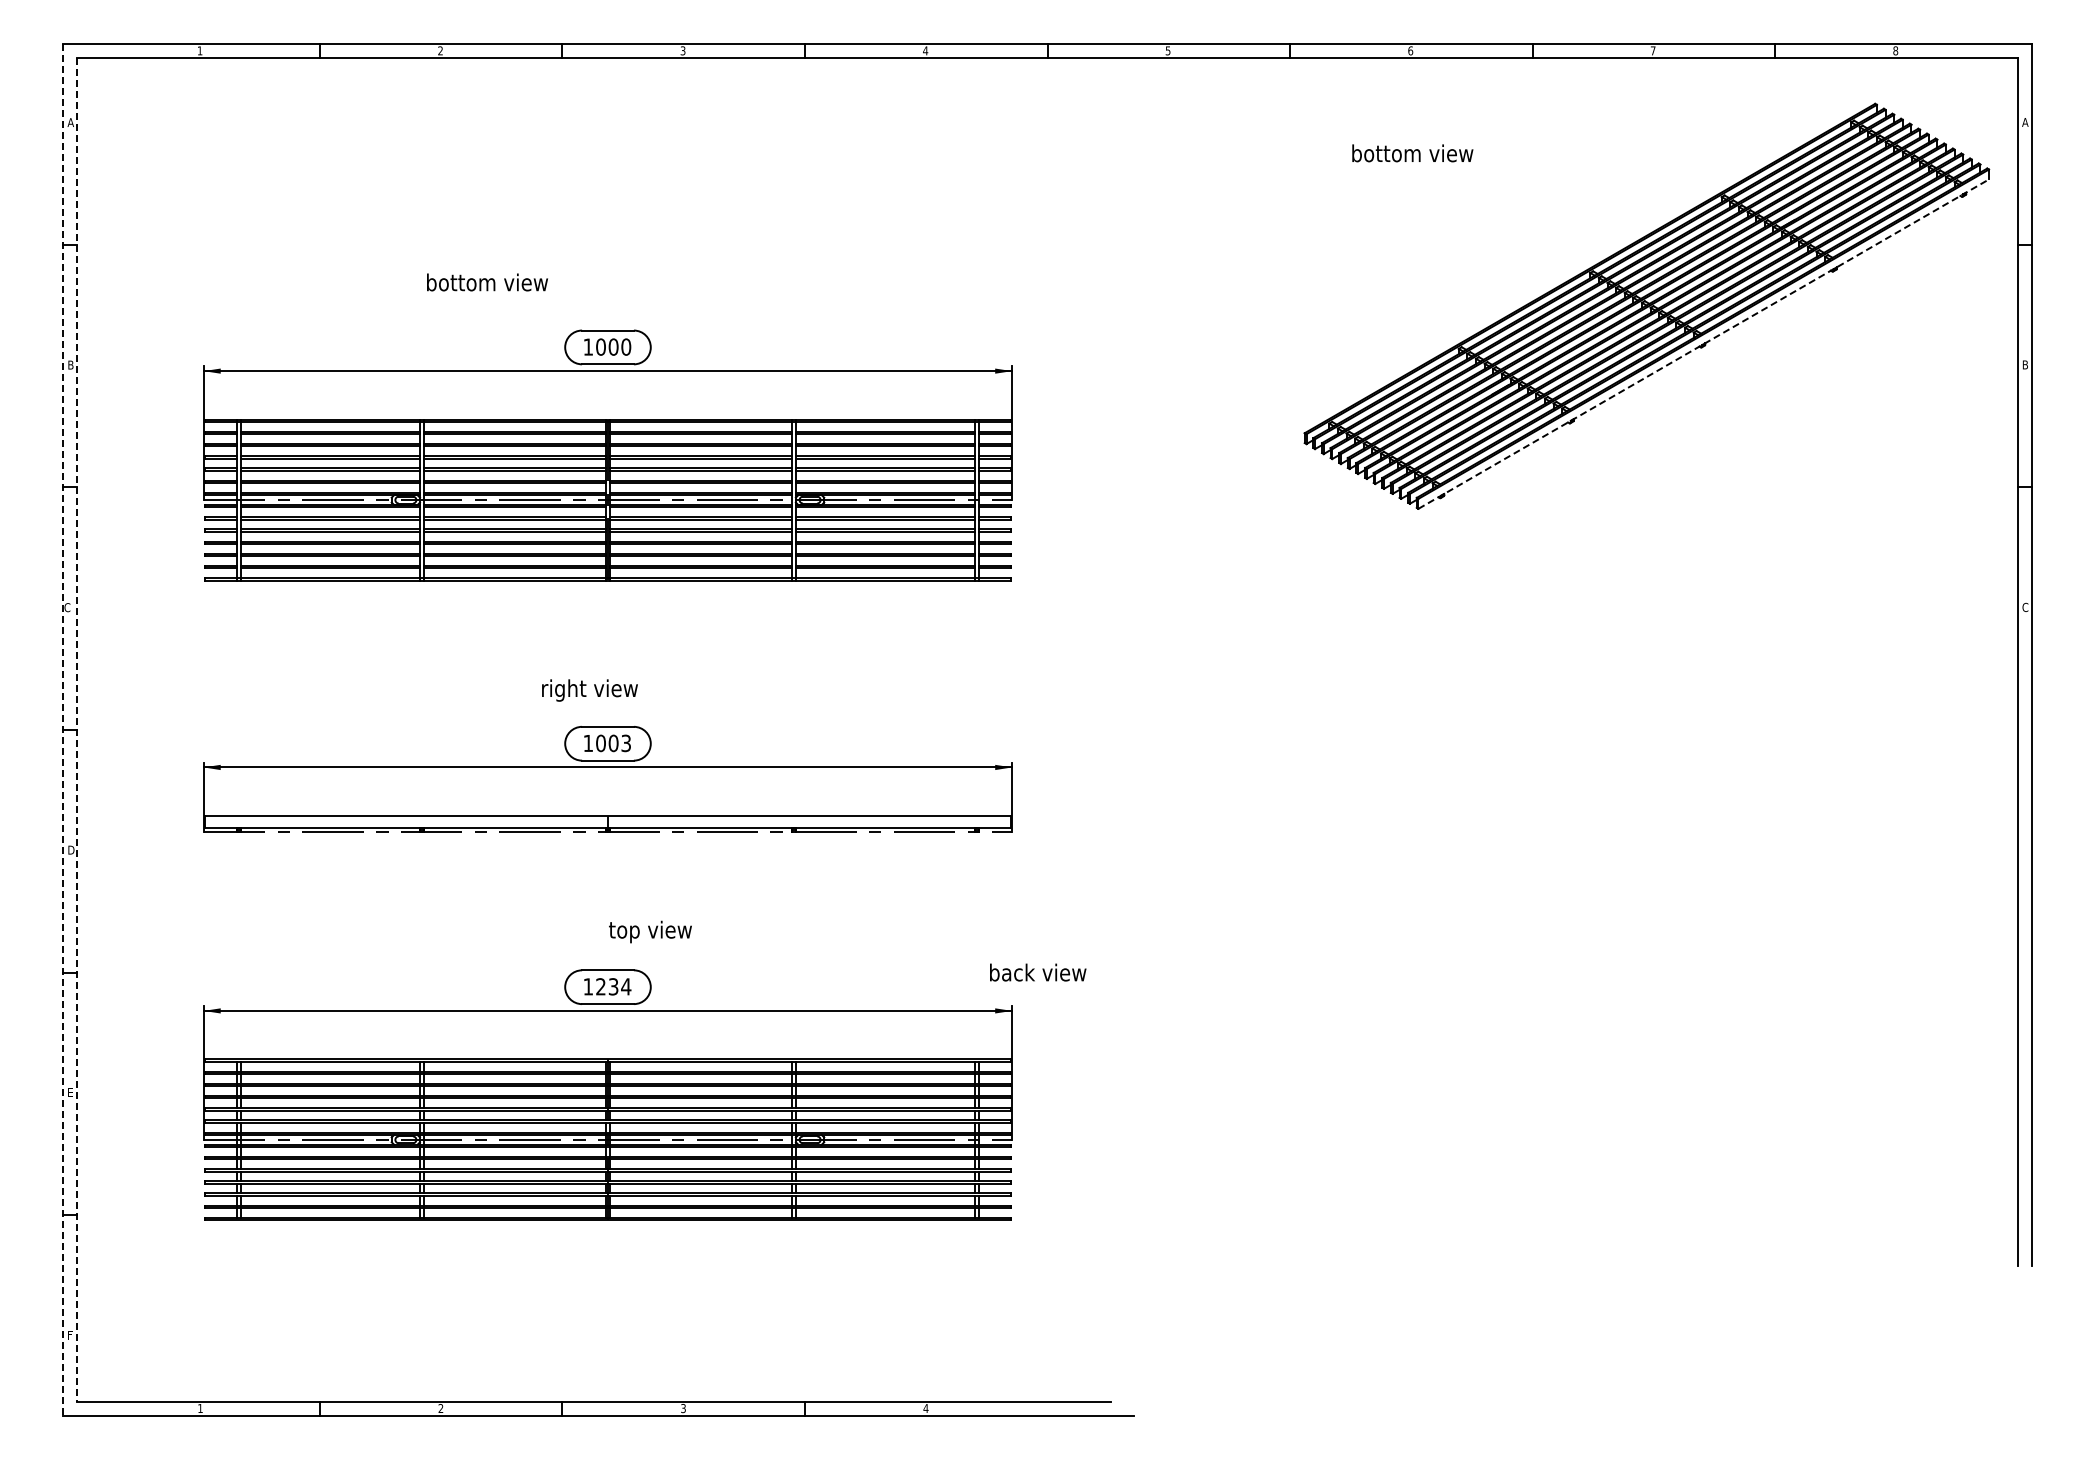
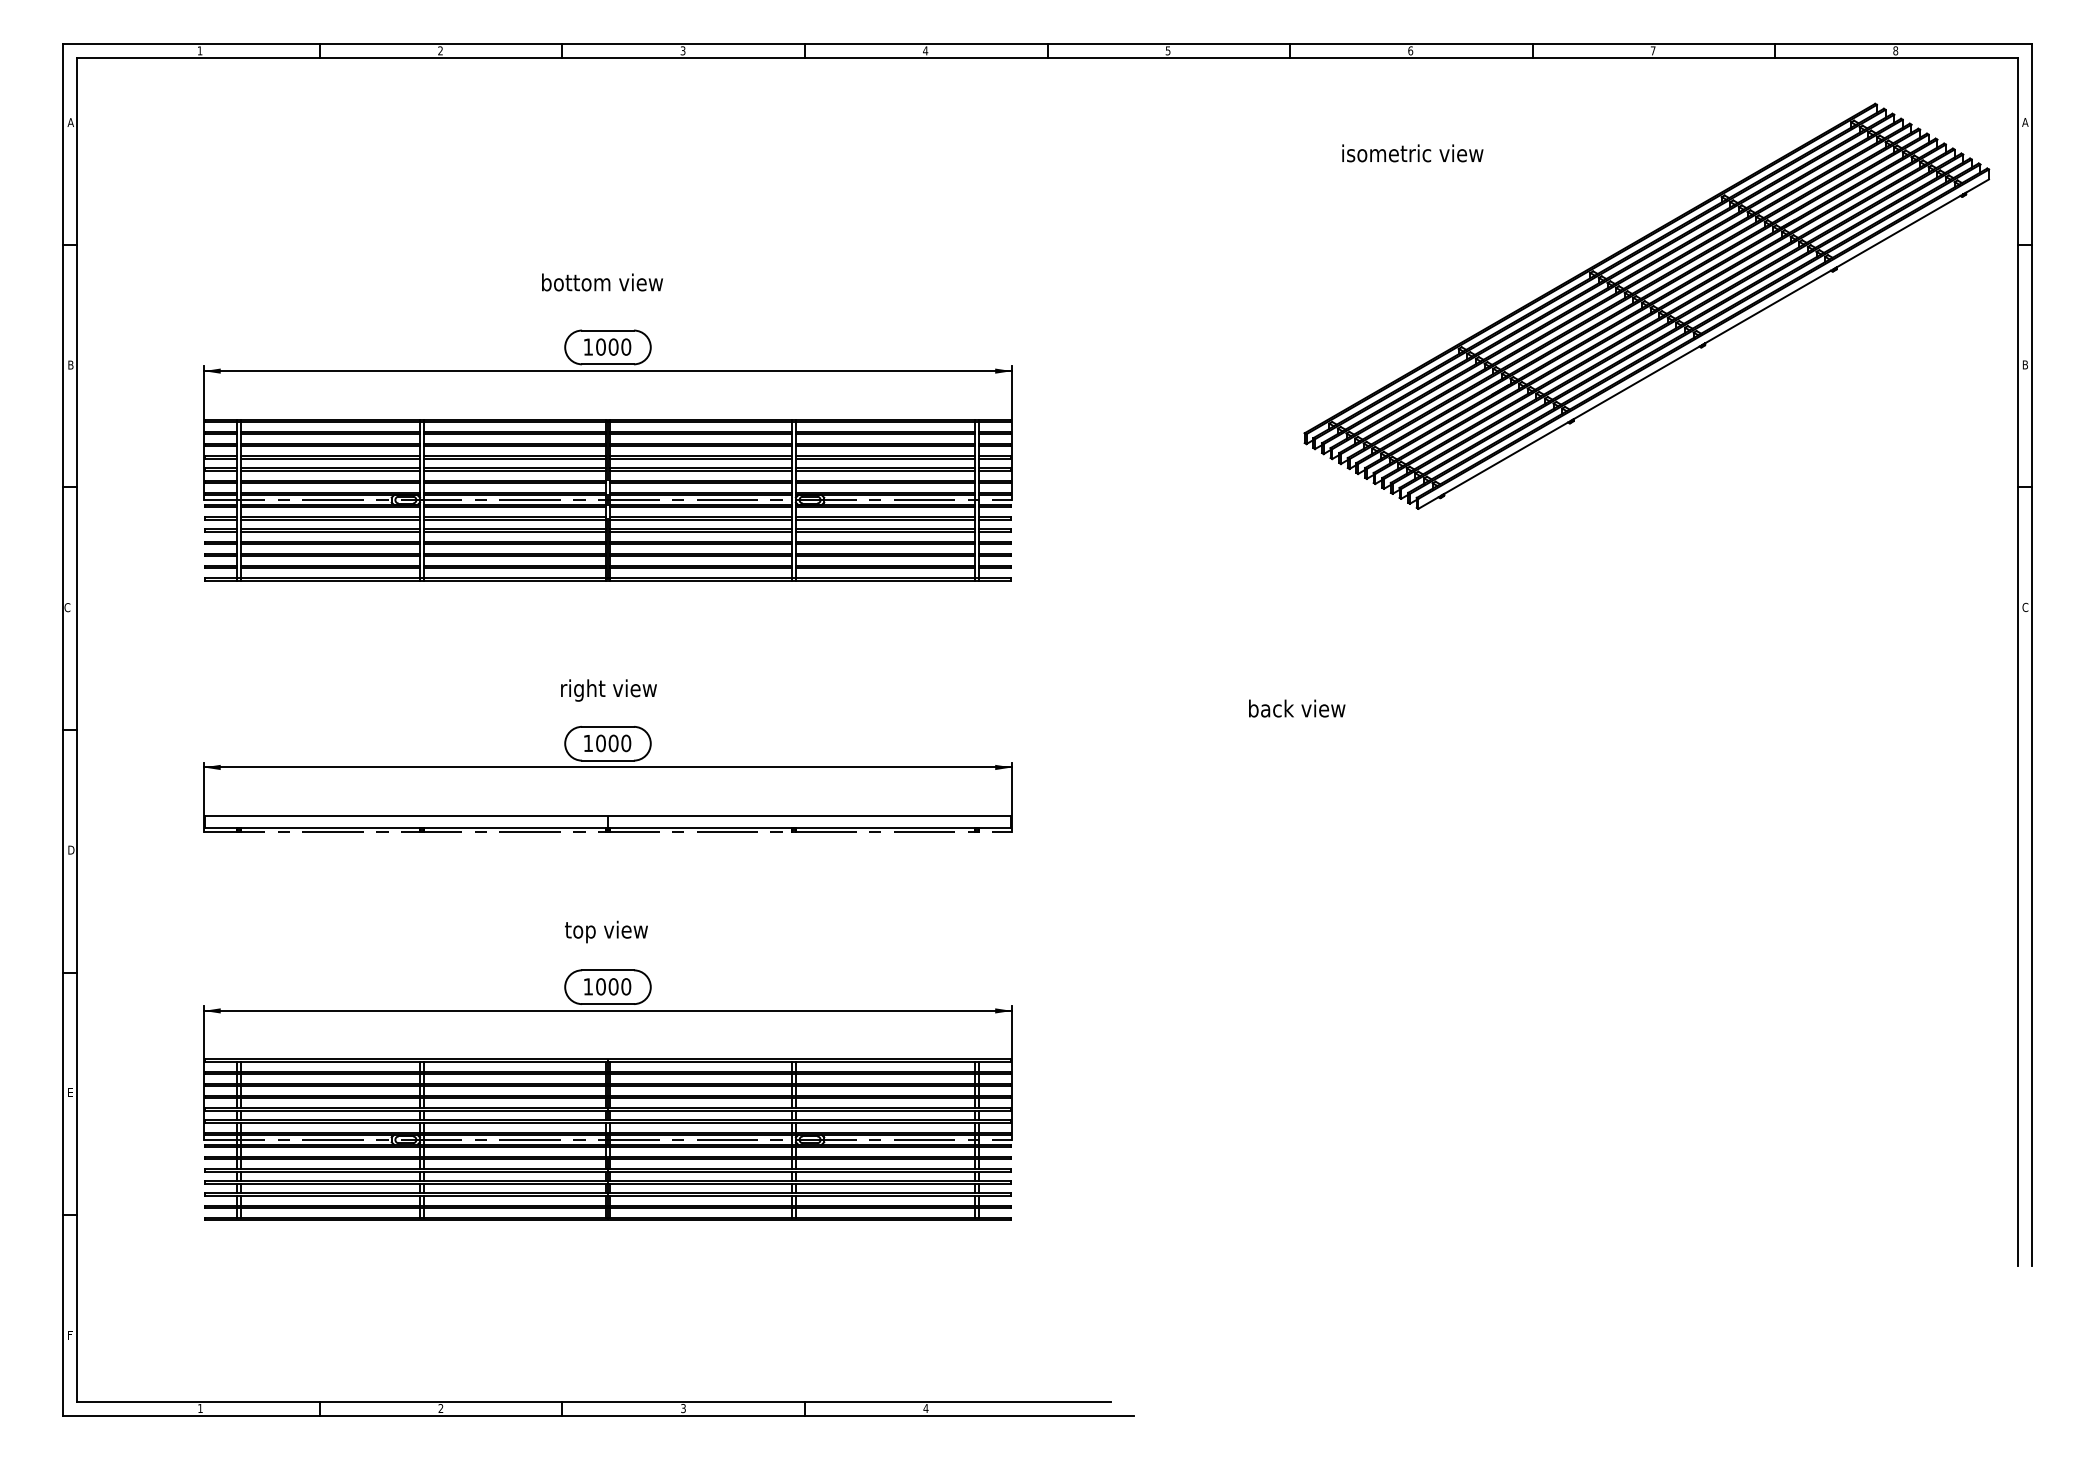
text at (1412, 153): bottom view -> isometric view
text at (487, 282) position: (487, 282) -> (602, 282)
line at (1704, 343): dashed -> solid
text at (589, 690) position: (589, 690) -> (608, 690)
line at (62, 730): dashed -> solid
line at (77, 730): dashed -> solid
text at (626, 743): 1003 -> 1000
text at (650, 931) position: (650, 931) -> (606, 931)
text at (1038, 972) position: (1038, 972) -> (1297, 708)
text at (613, 986): 1234 -> 1000
